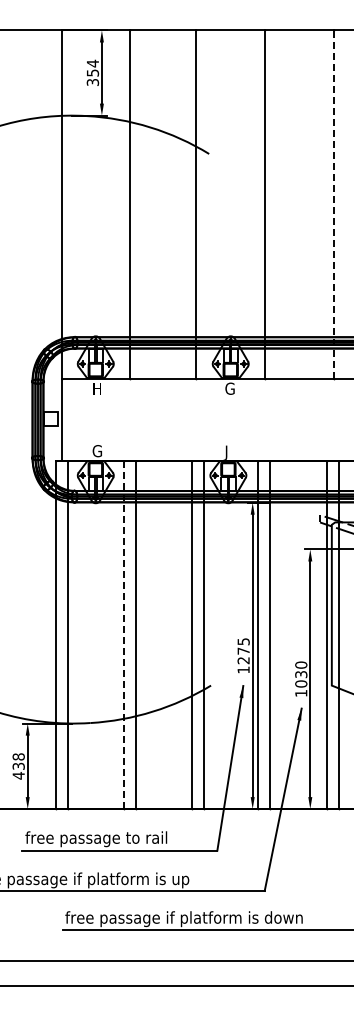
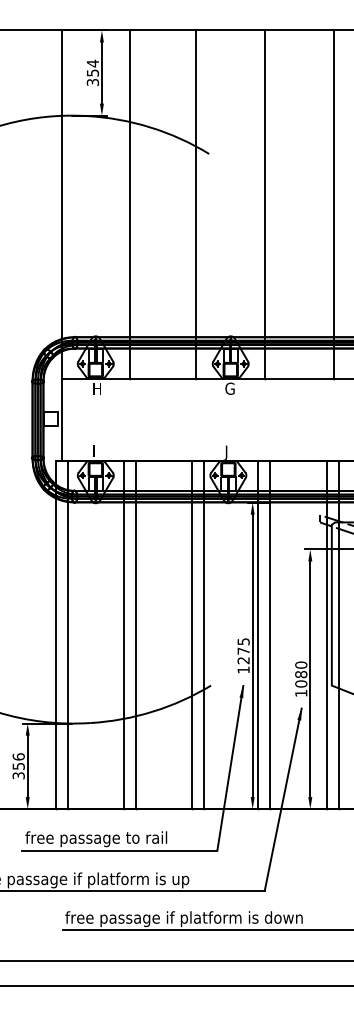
line at (333, 204): dashed -> solid
text at (97, 451): G -> I
line at (124, 635): dashed -> solid
text at (301, 674): 1030 -> 1080
text at (18, 766): 438 -> 356
